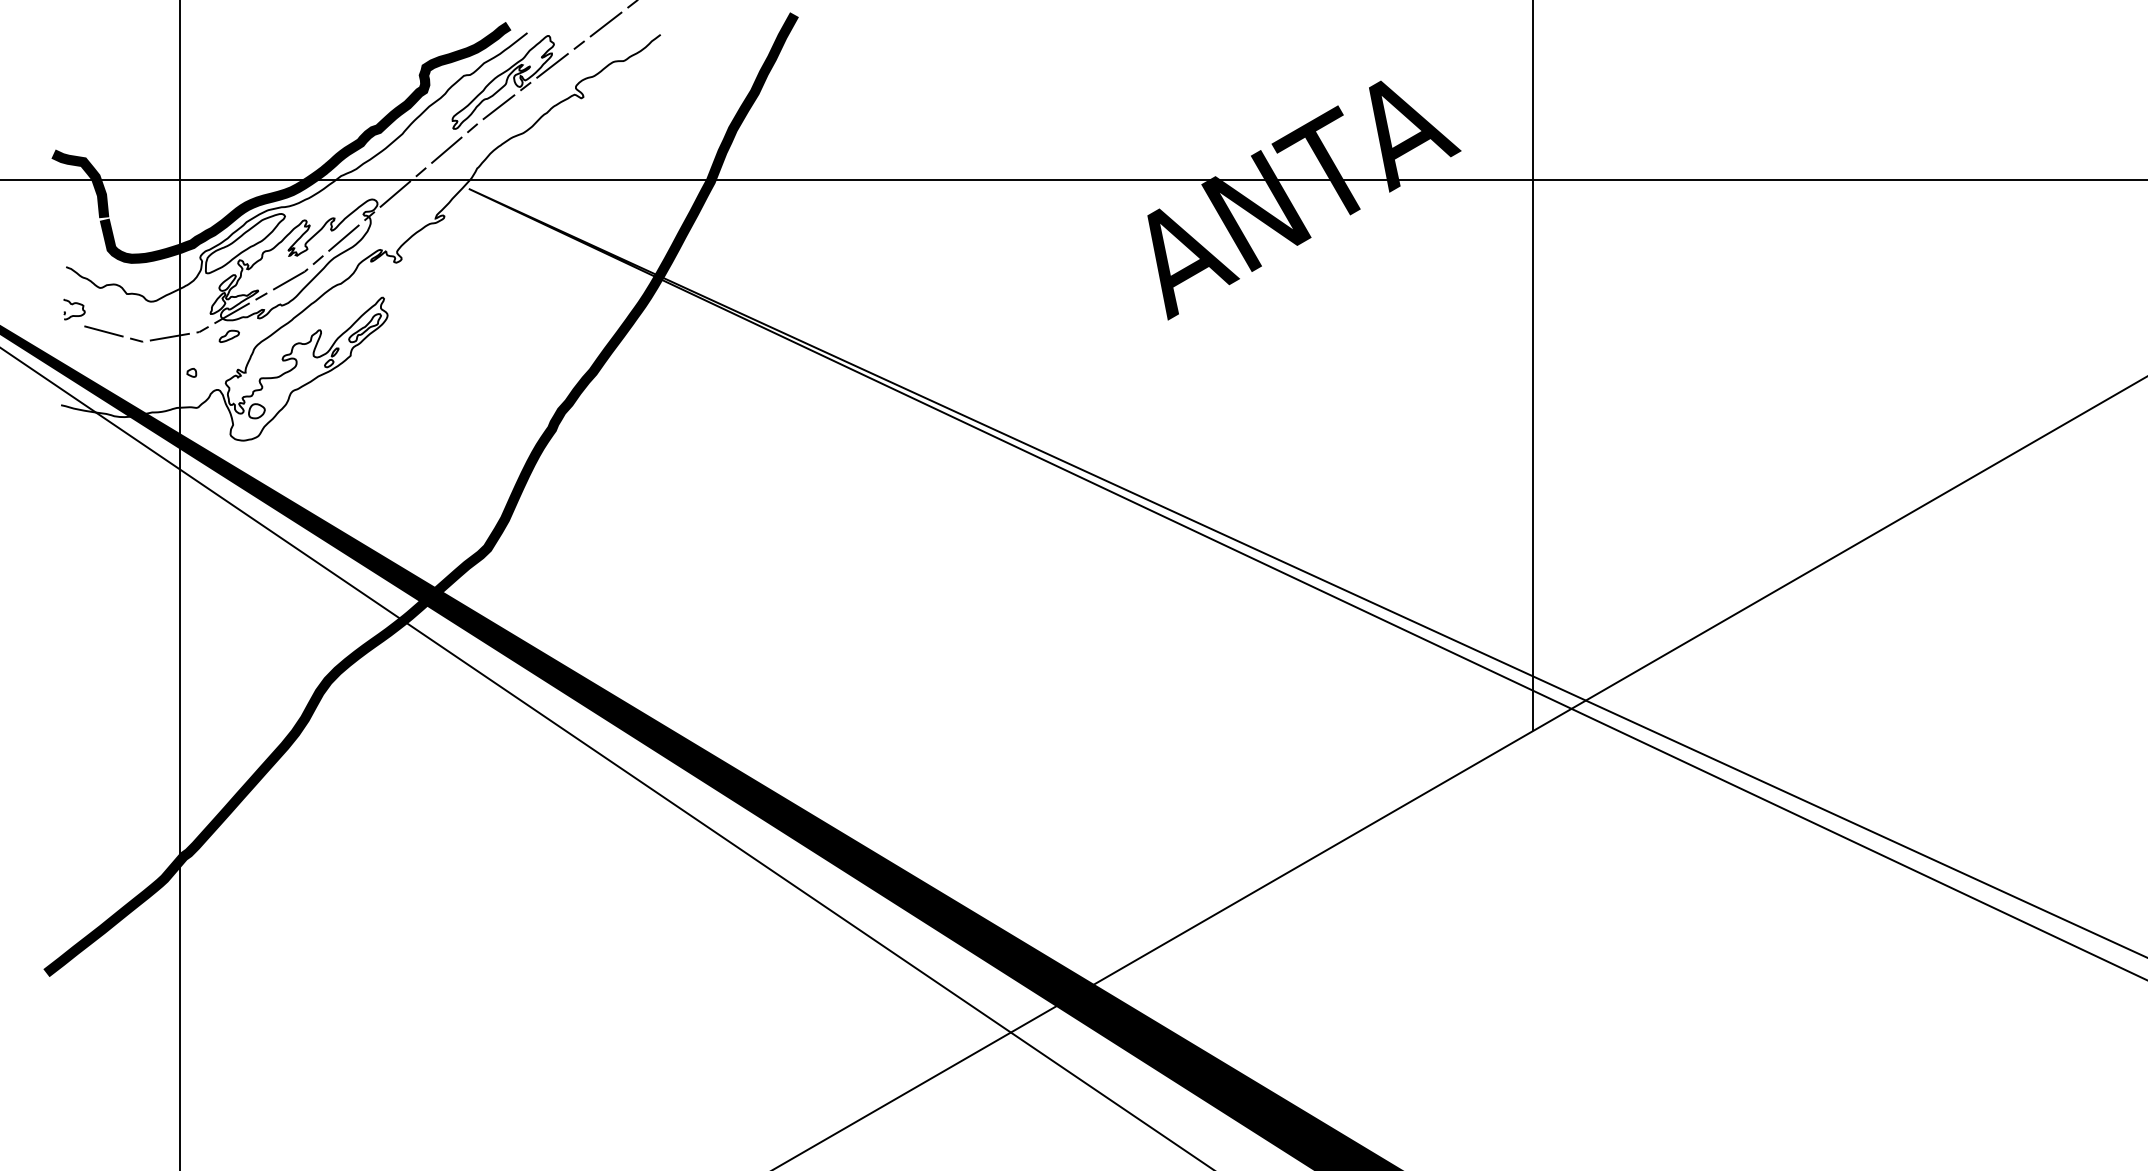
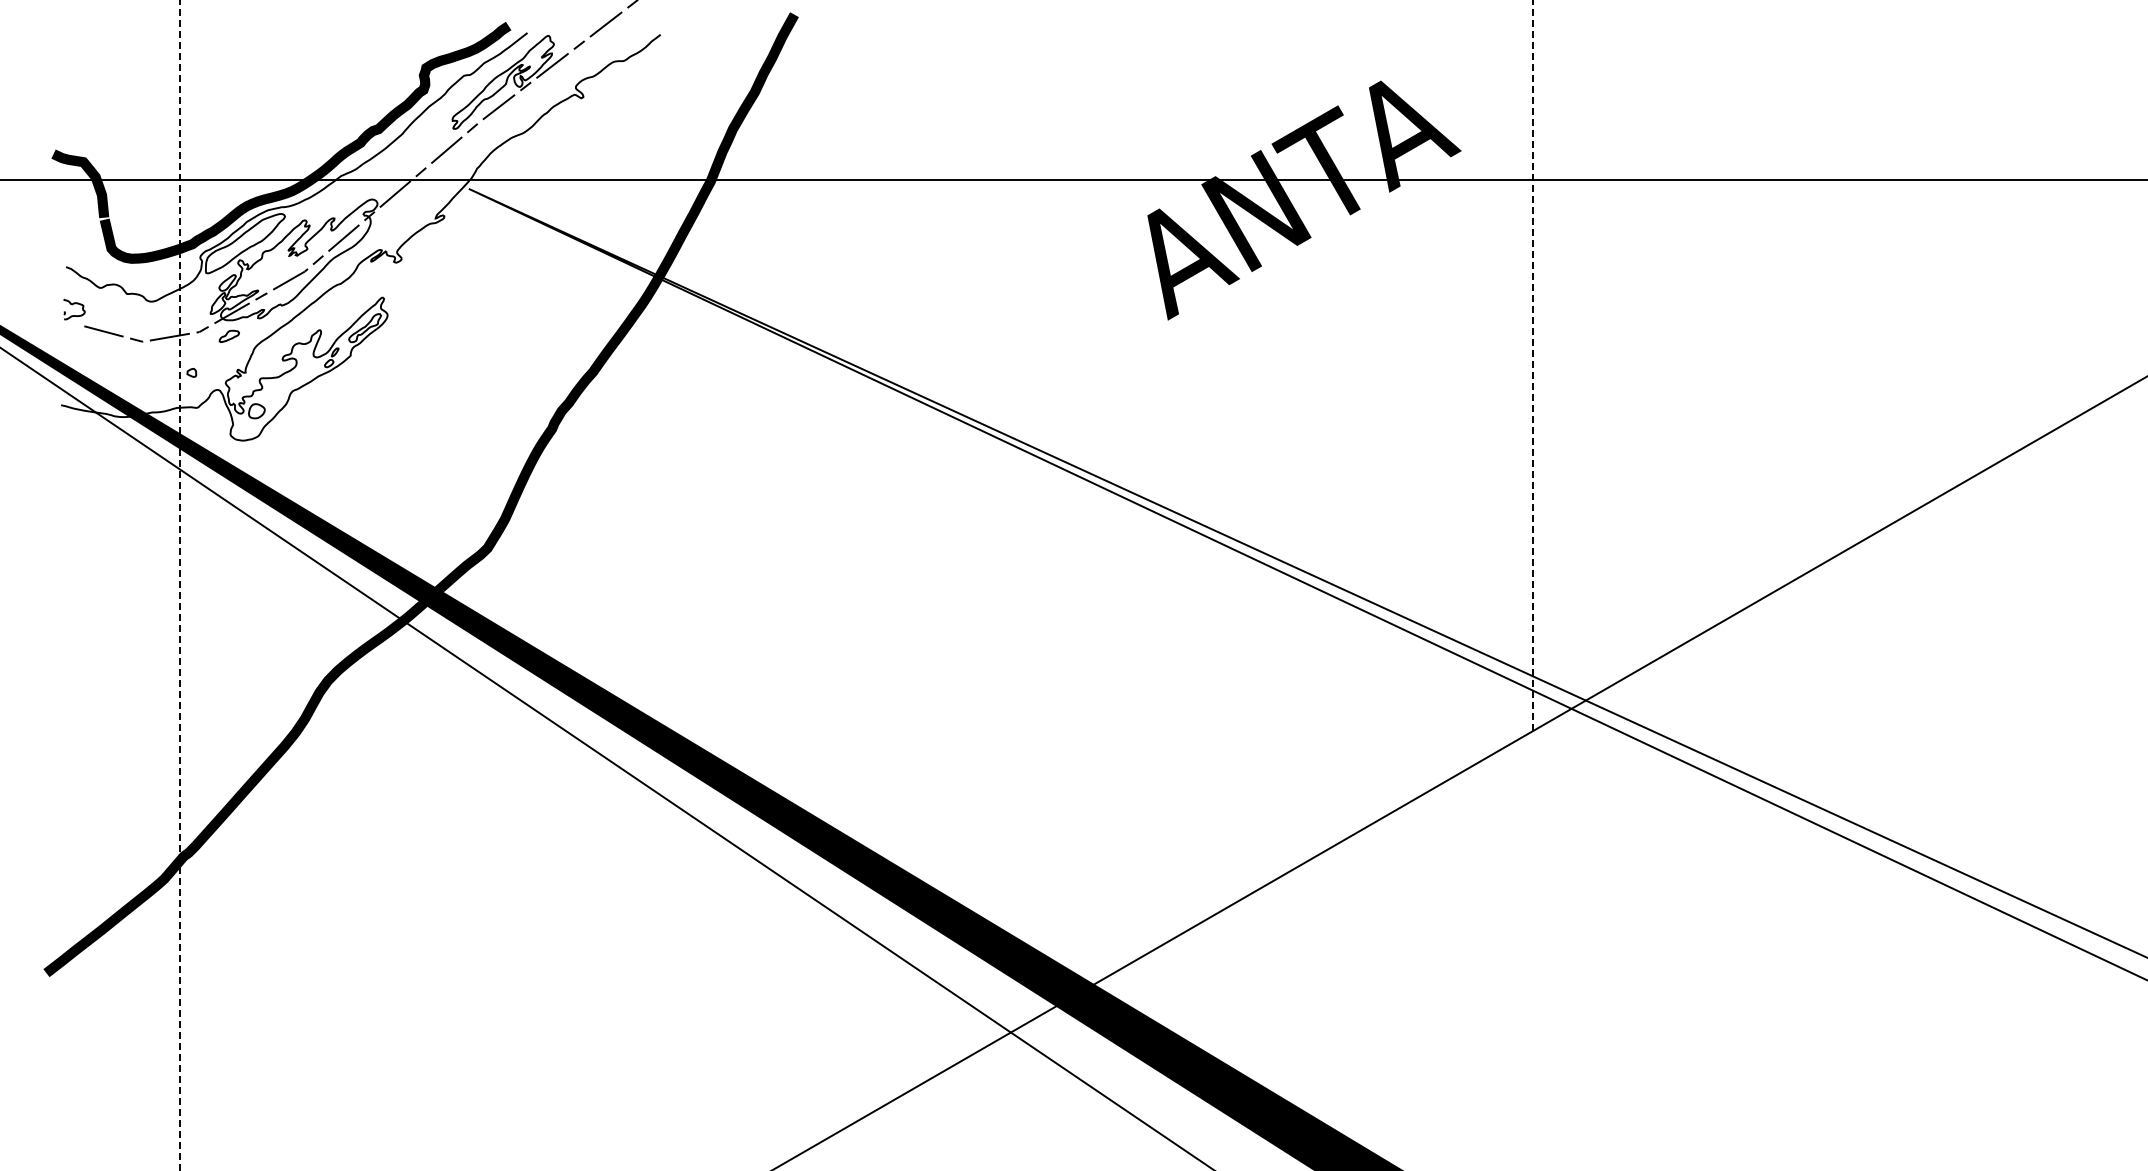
line at (1533, 366): solid -> dashed
line at (180, 585): solid -> dashed
